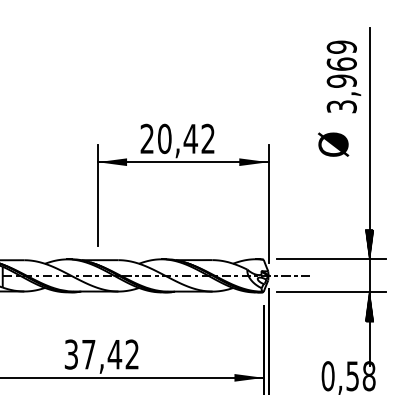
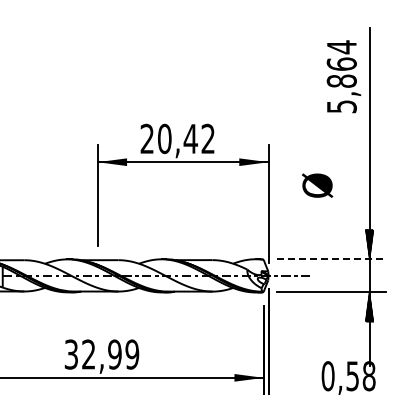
text at (341, 76): 3,969 -> 5,864
text at (333, 144) position: (333, 144) -> (317, 185)
line at (331, 259): solid -> dashed
text at (110, 354): 37,42 -> 32,99
